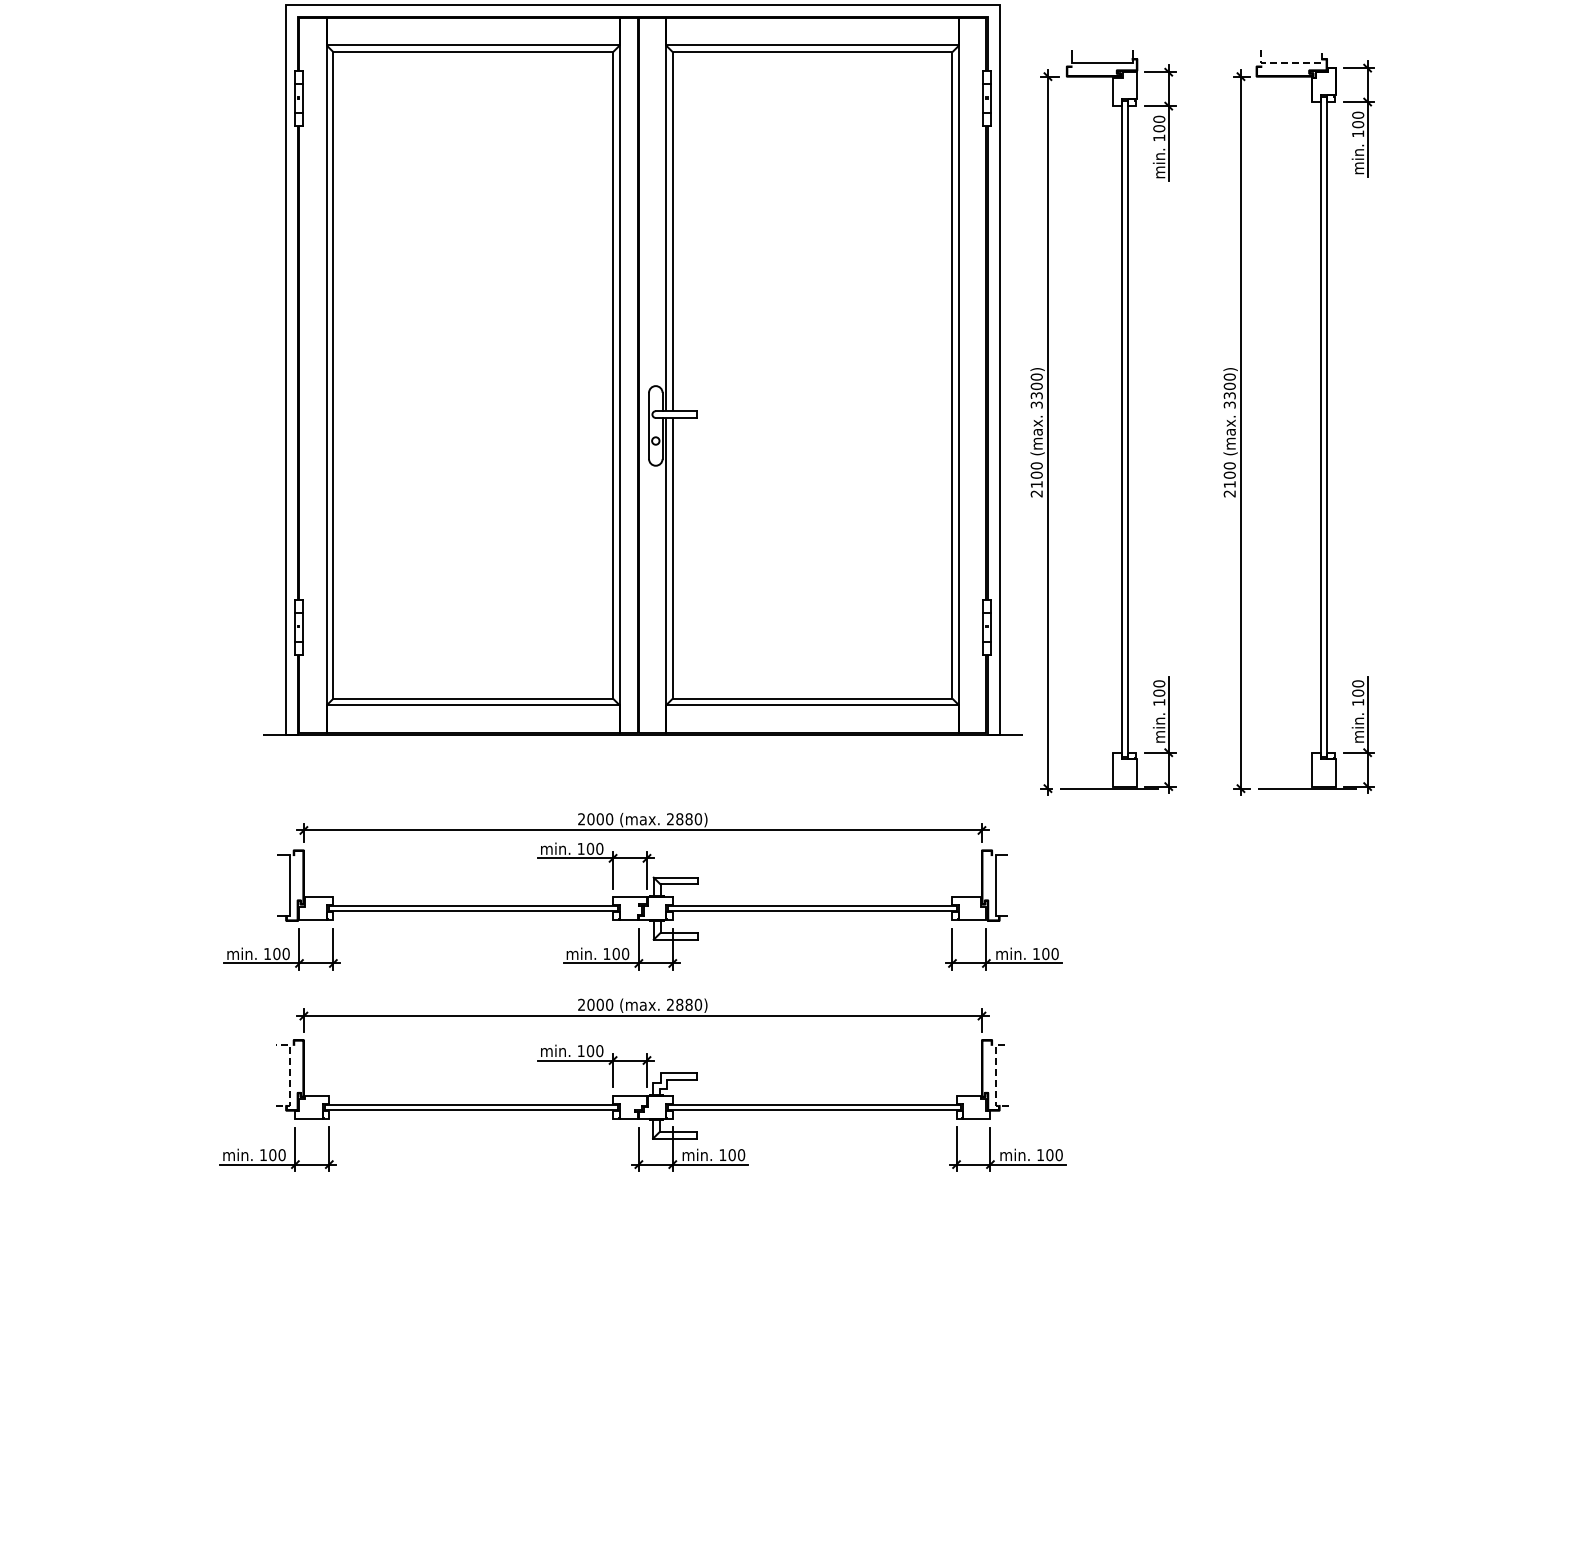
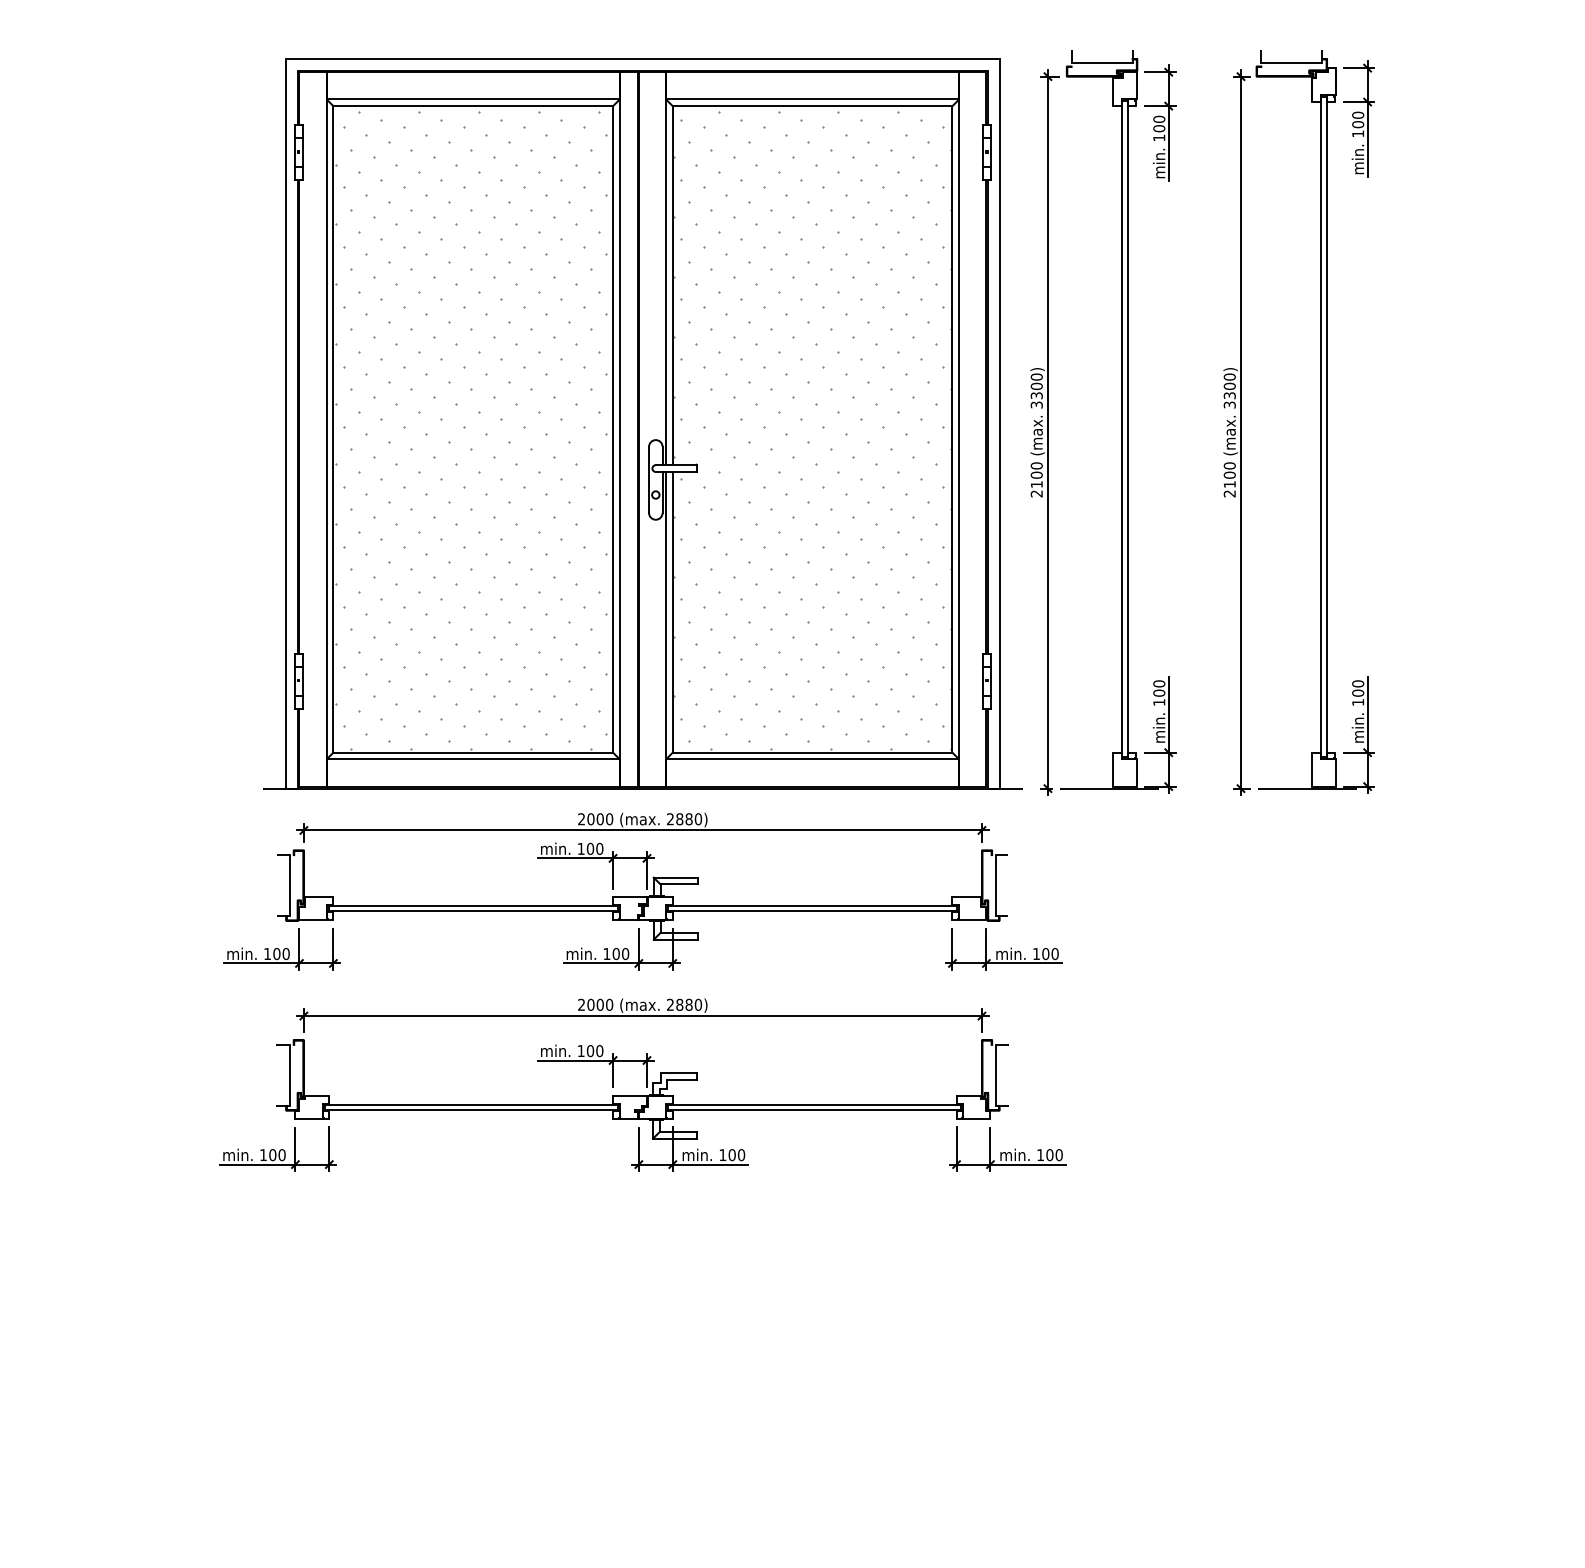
line at (1291, 63): dashed -> solid
part at (642, 369) position: (642, 369) -> (642, 423)
line at (290, 1075): dashed -> solid
line at (995, 1075): dashed -> solid
